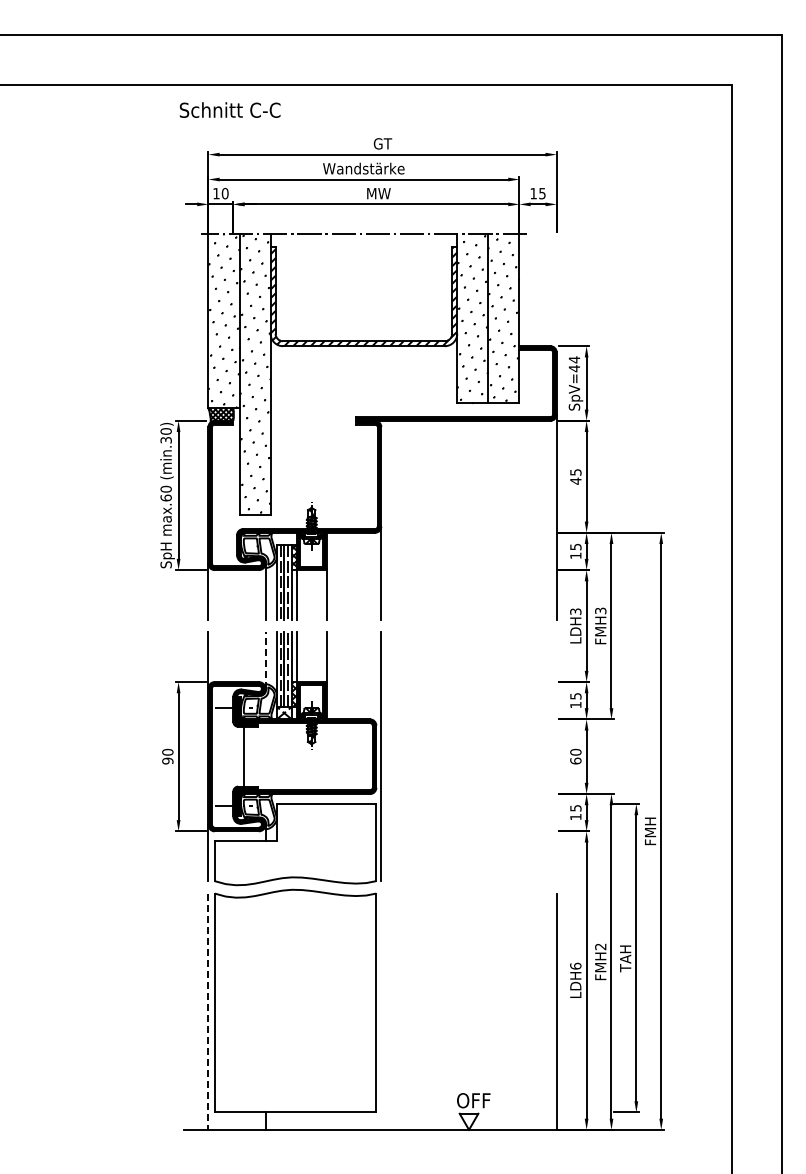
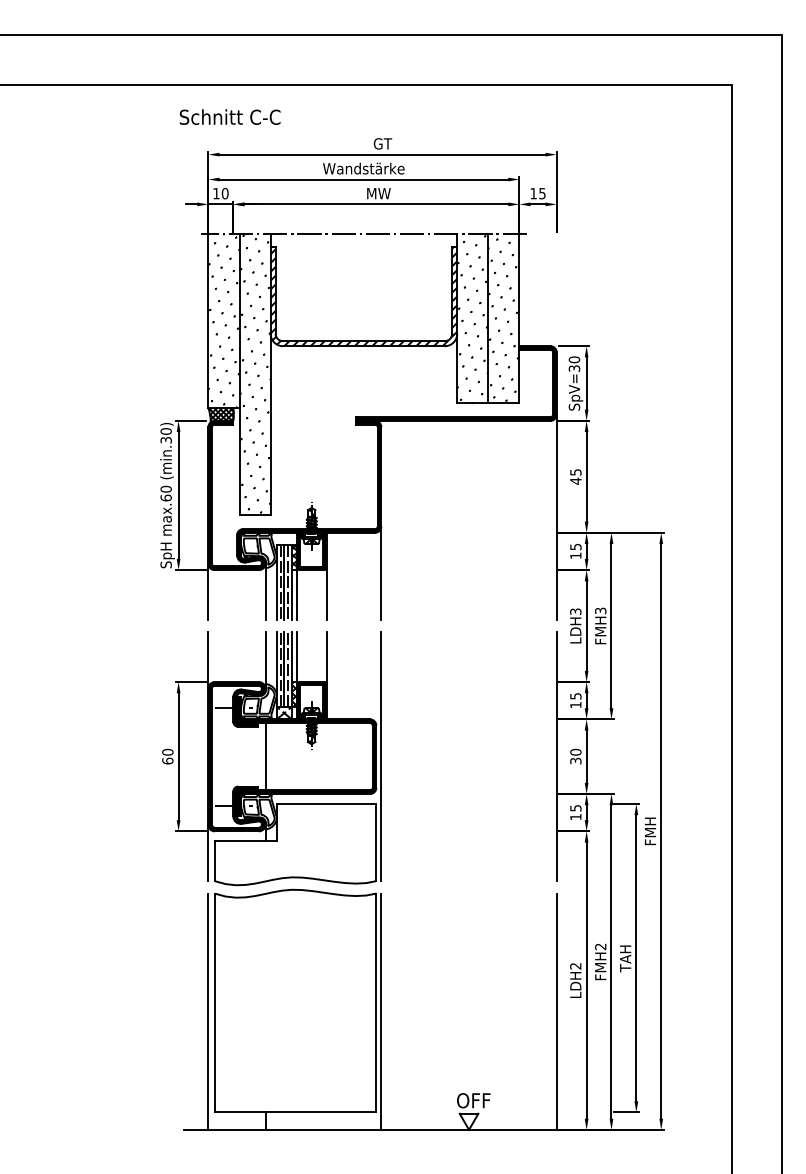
text at (229, 109) position: (229, 109) -> (229, 116)
text at (574, 364): SpV=44 -> SpV=30
line at (265, 660): dashed -> solid
line at (243, 756) position: (243, 756) -> (265, 756)
line at (556, 756): none -> present
text at (167, 760): 90 -> 60
text at (575, 760): 60 -> 30
text at (575, 965): LDH6 -> LDH2
line at (381, 1011): none -> present
line at (208, 1012): dashed -> solid
